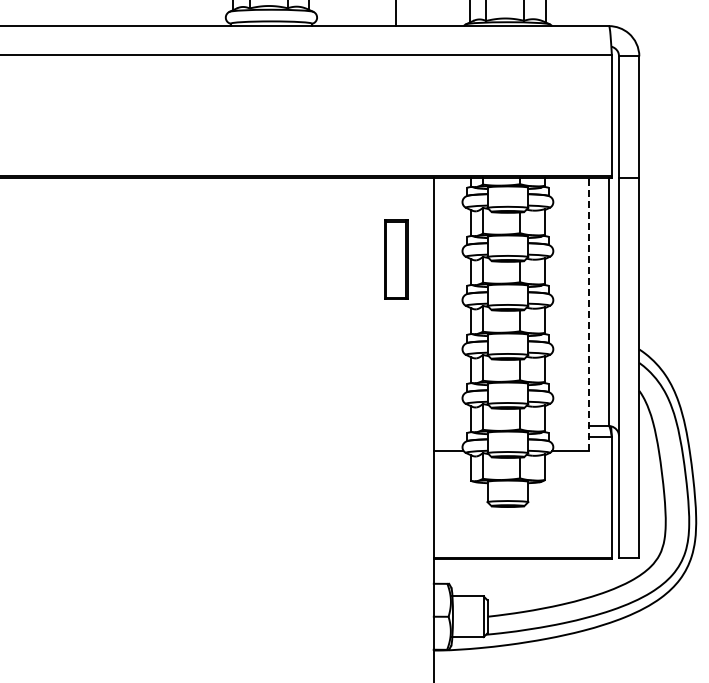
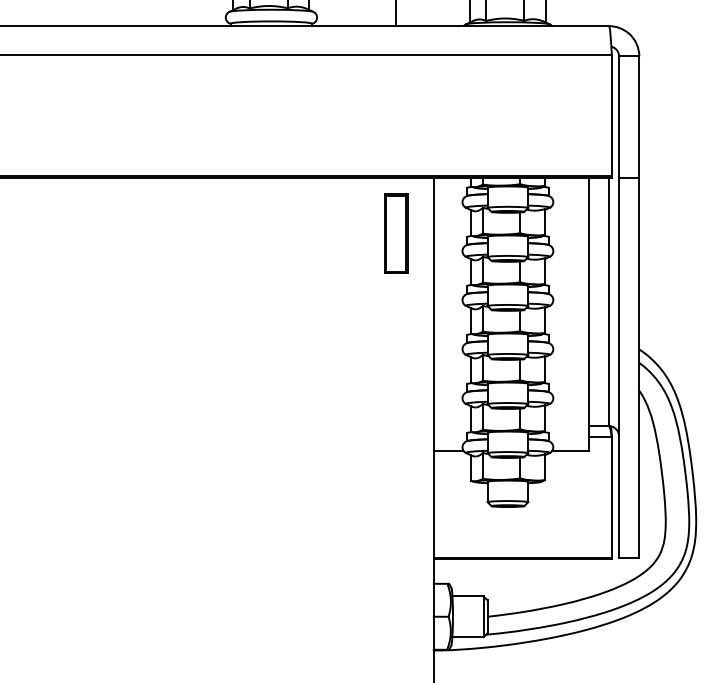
part at (396, 259) position: (396, 259) -> (396, 233)
line at (589, 313): dashed -> solid
